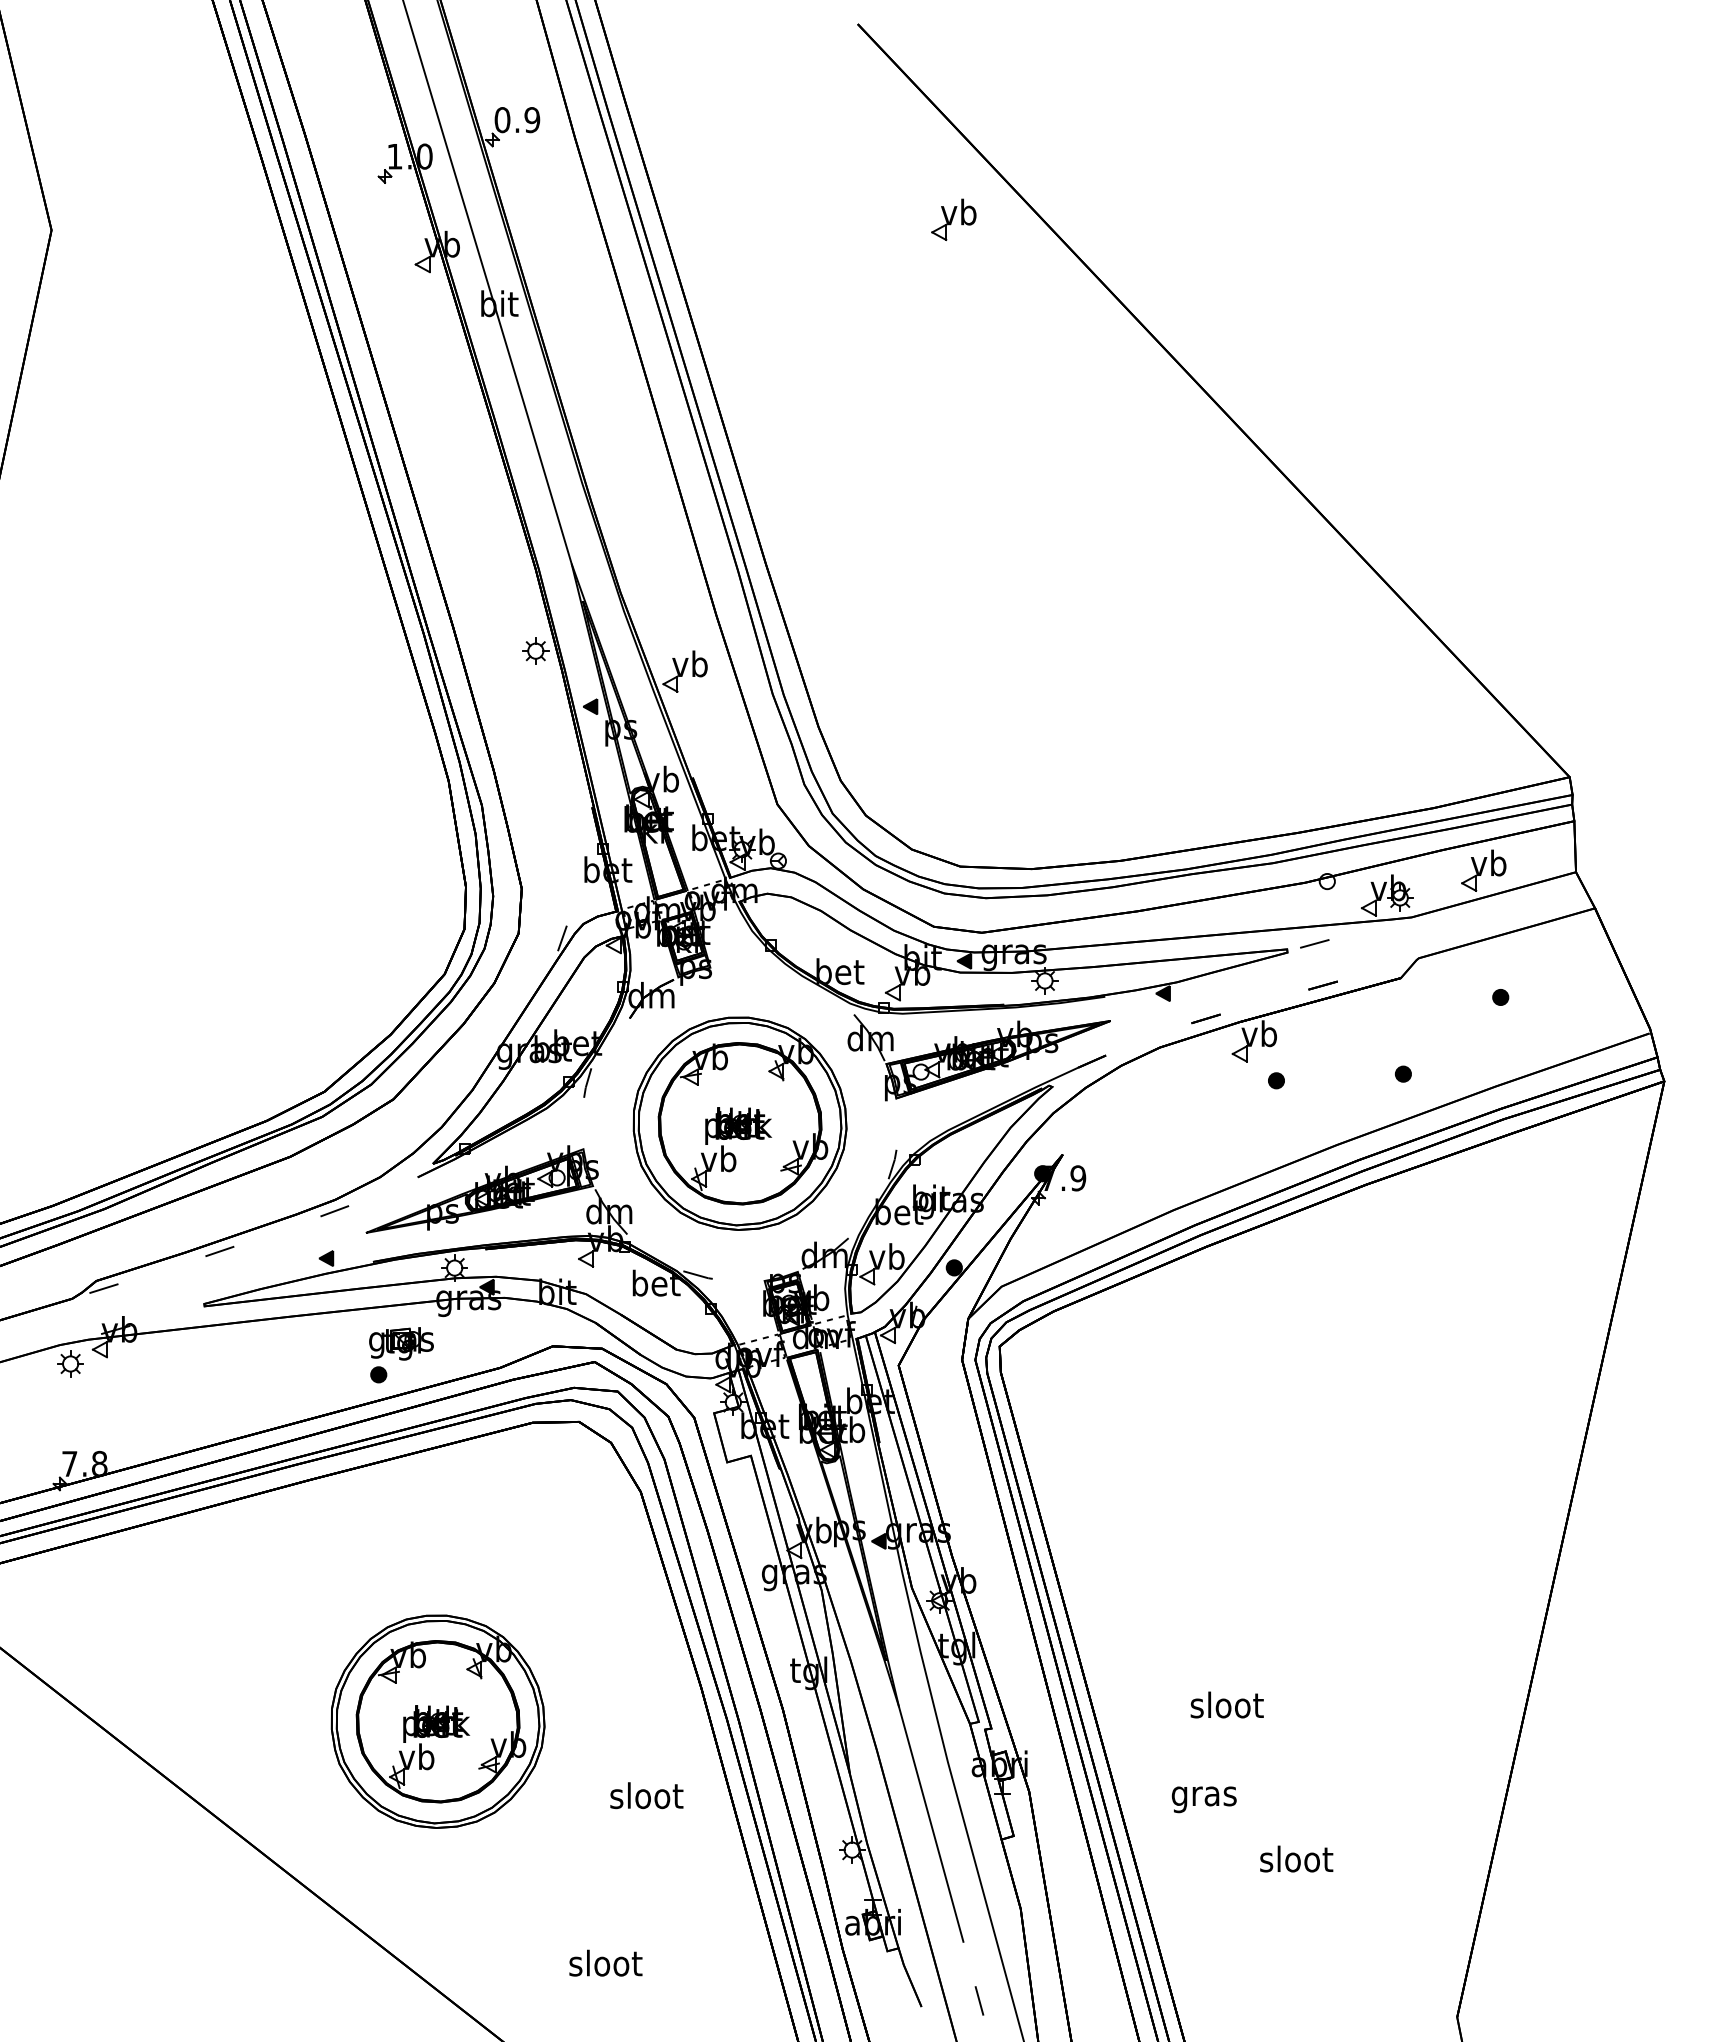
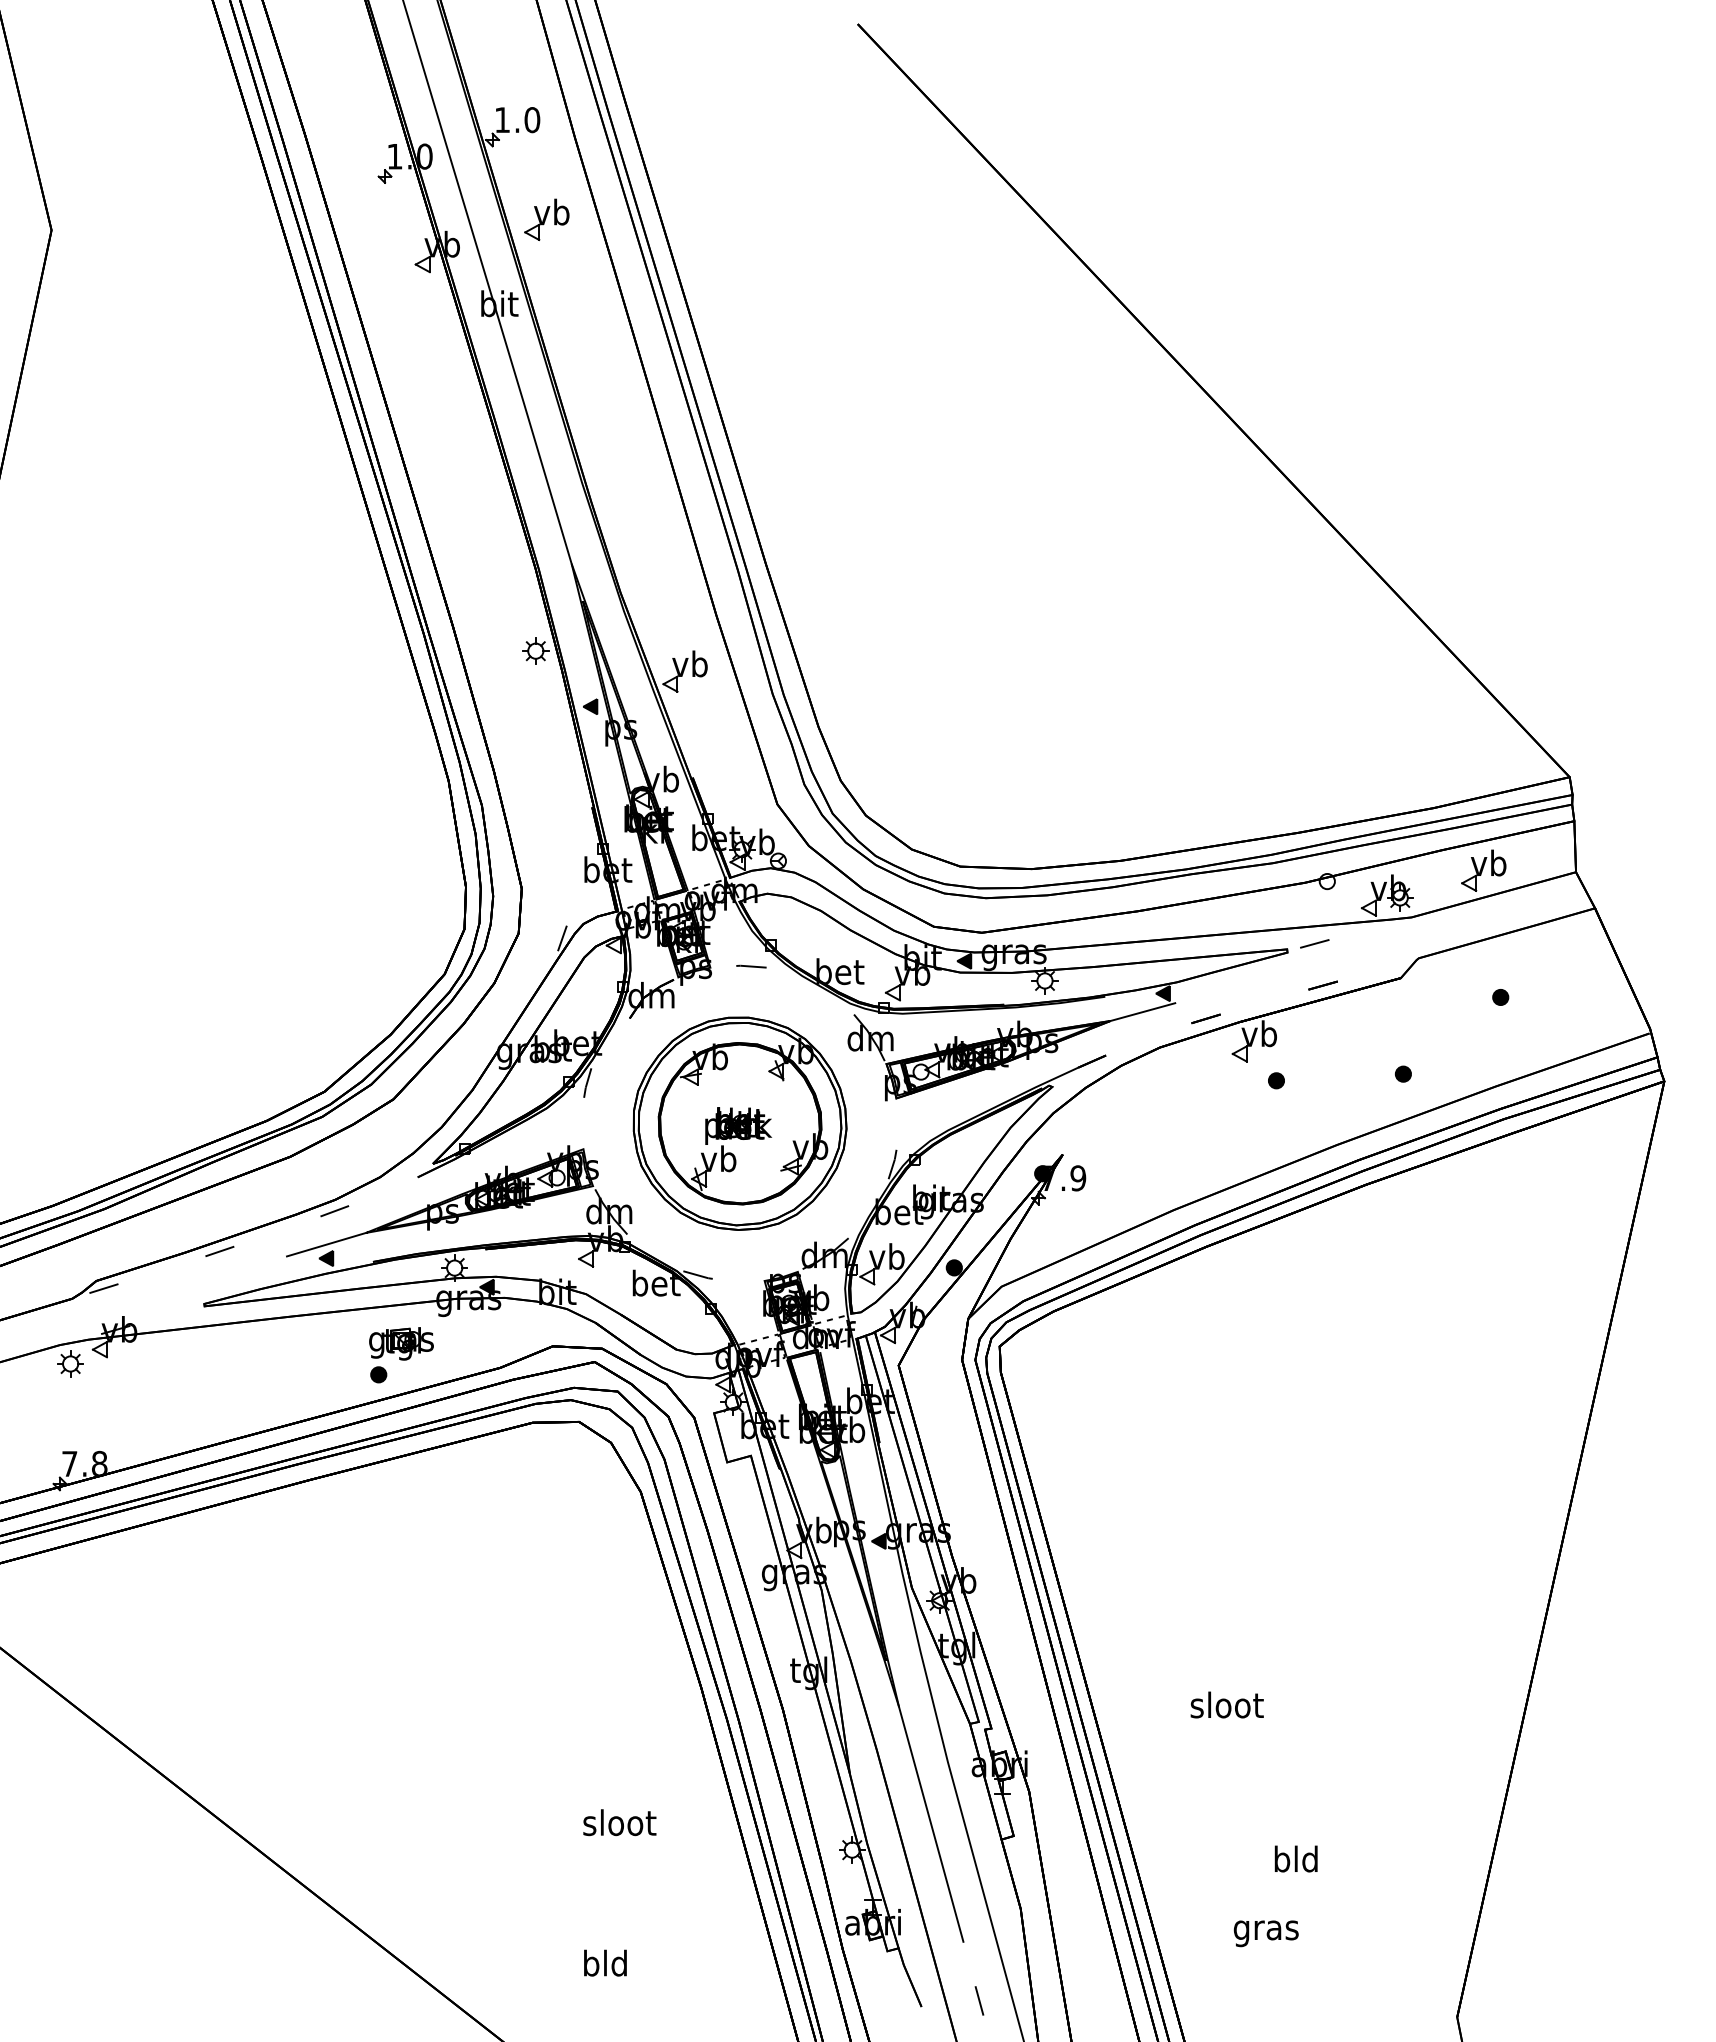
text at (517, 120): 0.9 -> 1.0
part at (953, 219) position: (953, 219) -> (546, 219)
line at (751, 966): none -> present
line at (1142, 1011): none -> present
line at (325, 1244): none -> present
part at (437, 1721): present -> none
text at (646, 1795) position: (646, 1795) -> (619, 1822)
text at (1203, 1799) position: (1203, 1799) -> (1265, 1933)
text at (1296, 1858): sloot -> bld
text at (605, 1962): sloot -> bld
